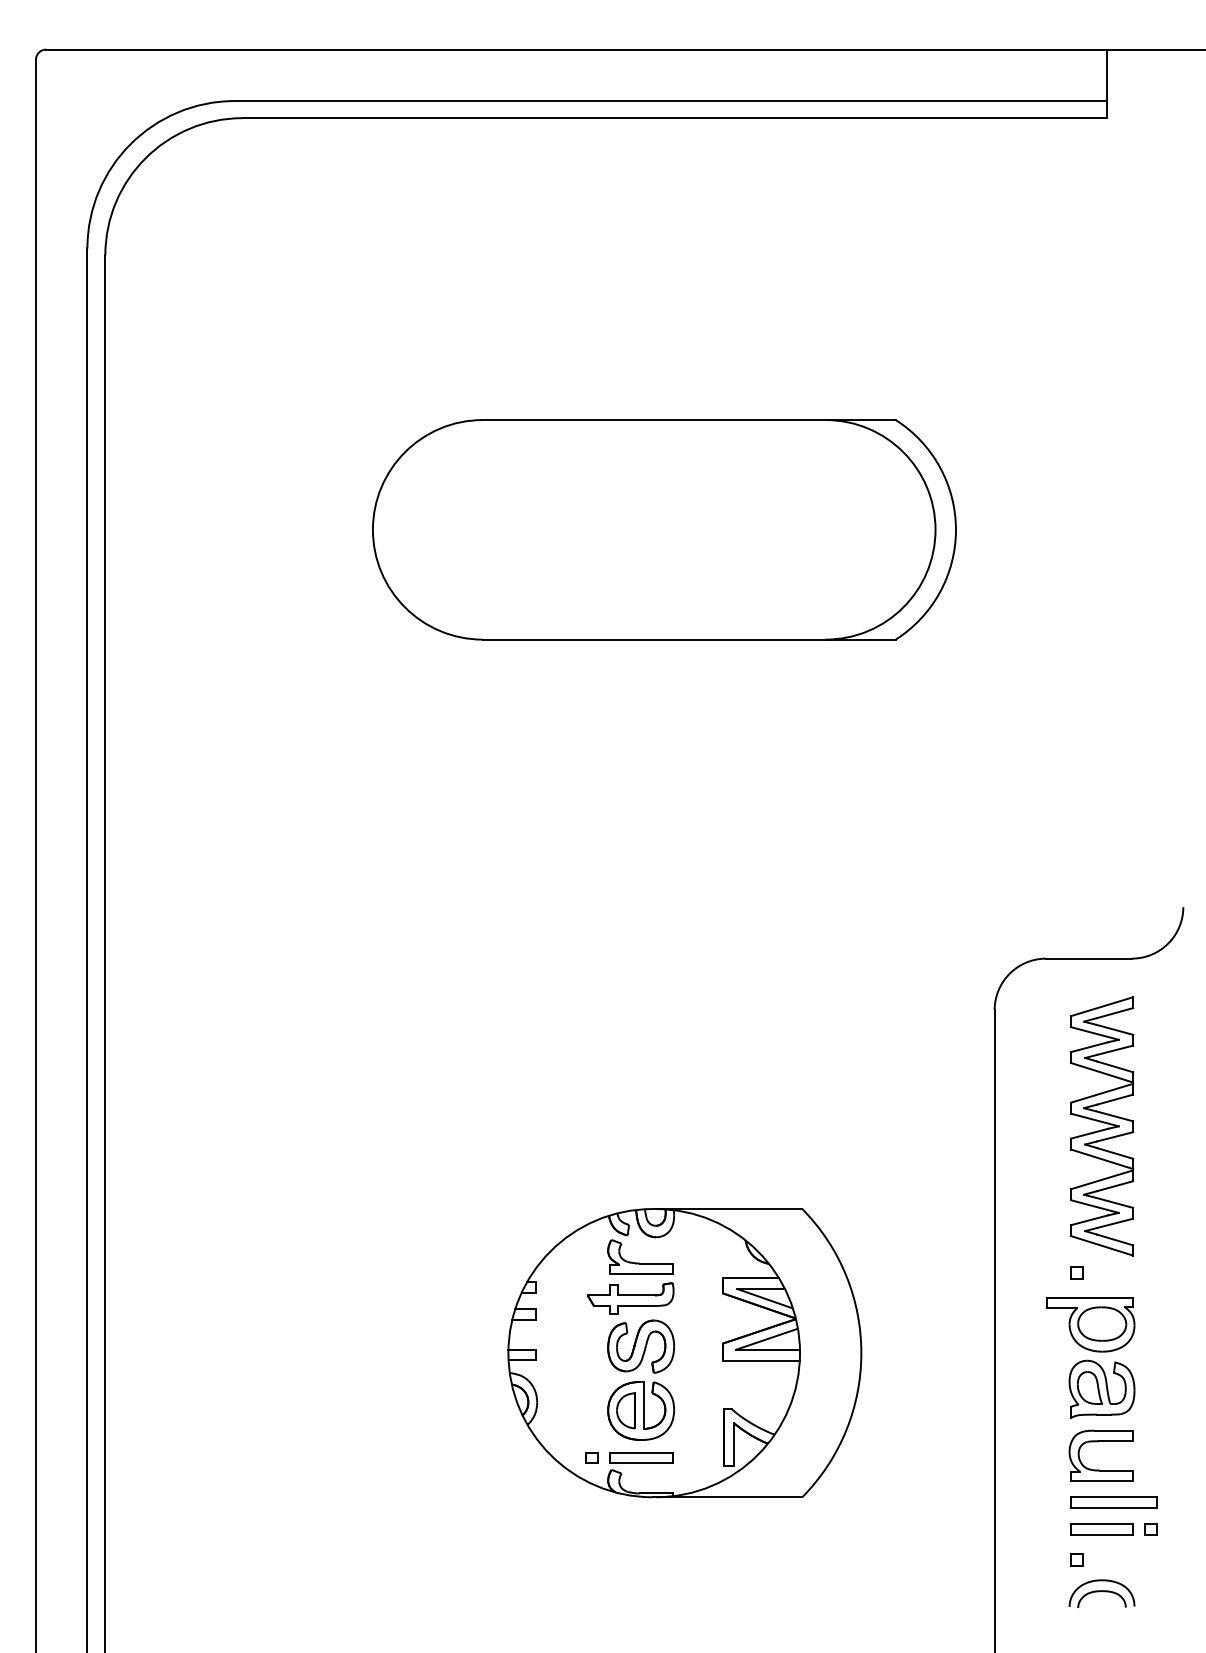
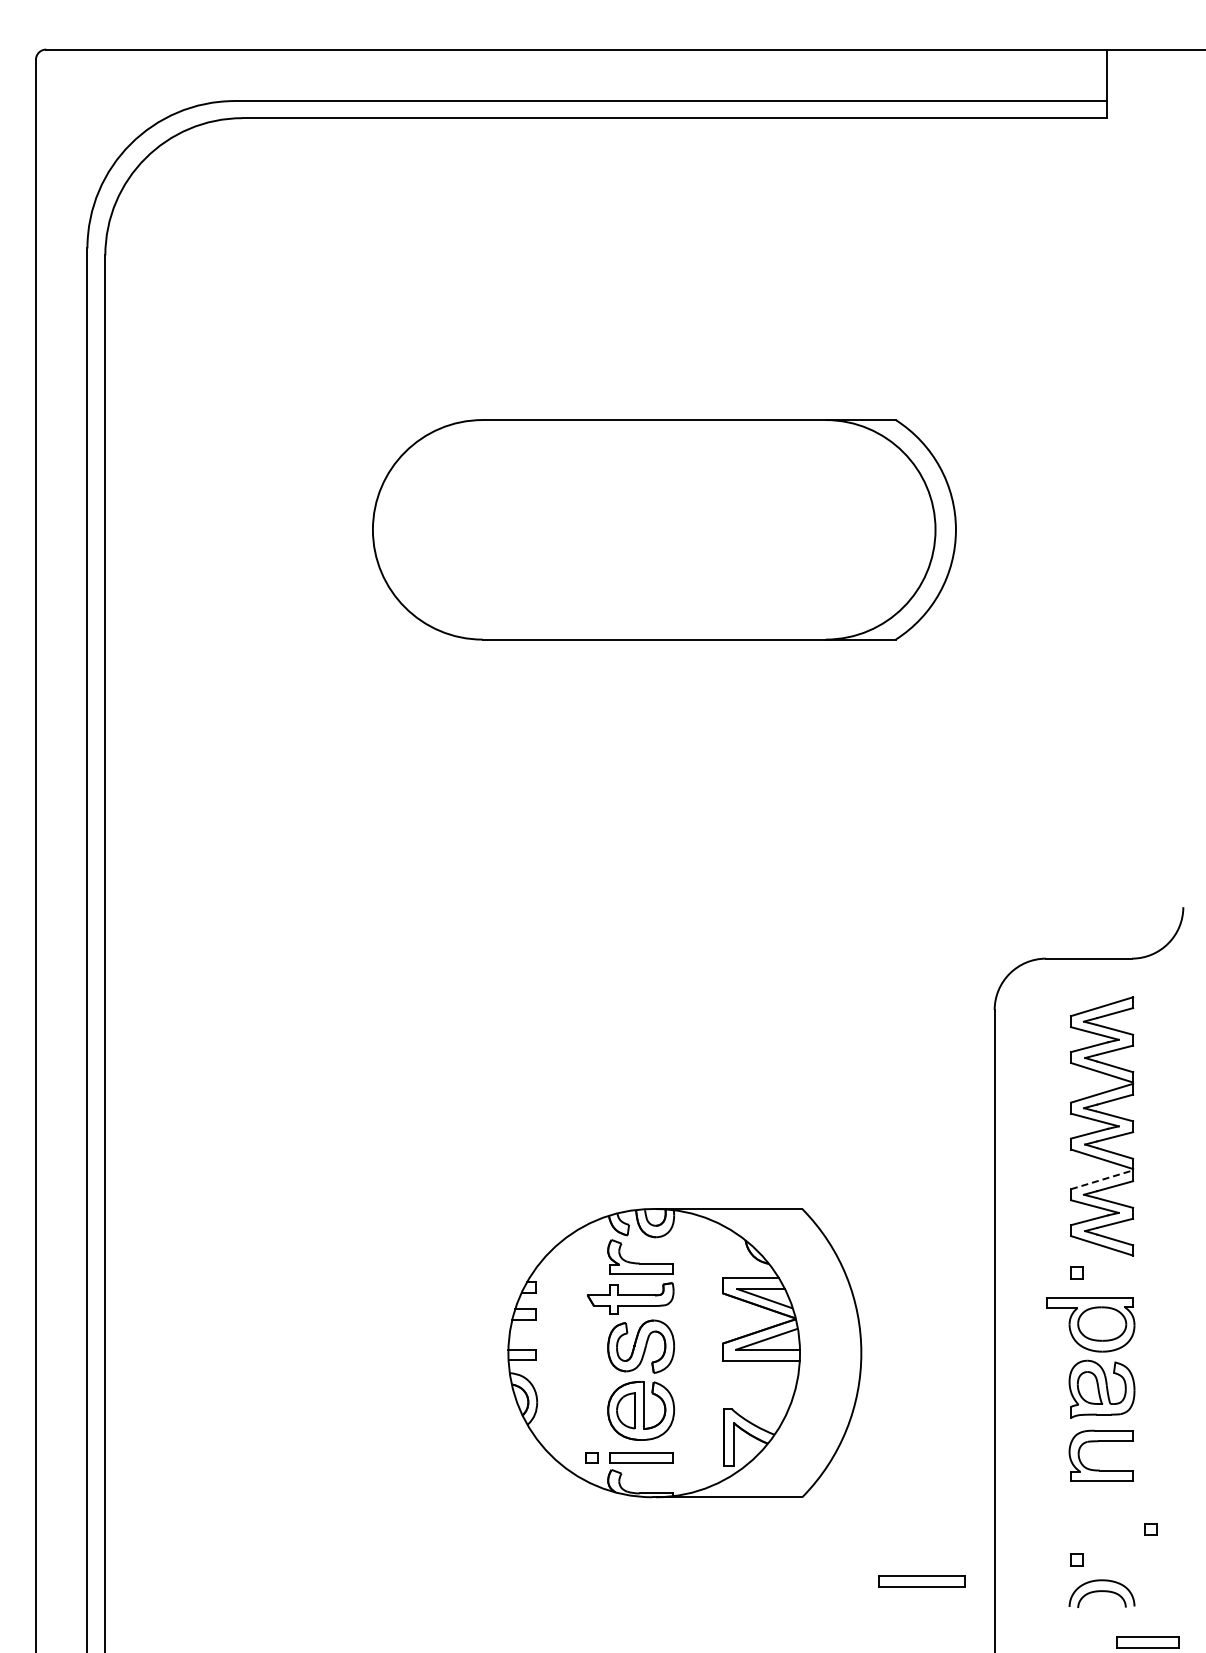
line at (1102, 1179): solid -> dashed
part at (1113, 1502) position: (1113, 1502) -> (921, 1581)
part at (1101, 1529) position: (1101, 1529) -> (1147, 1642)
